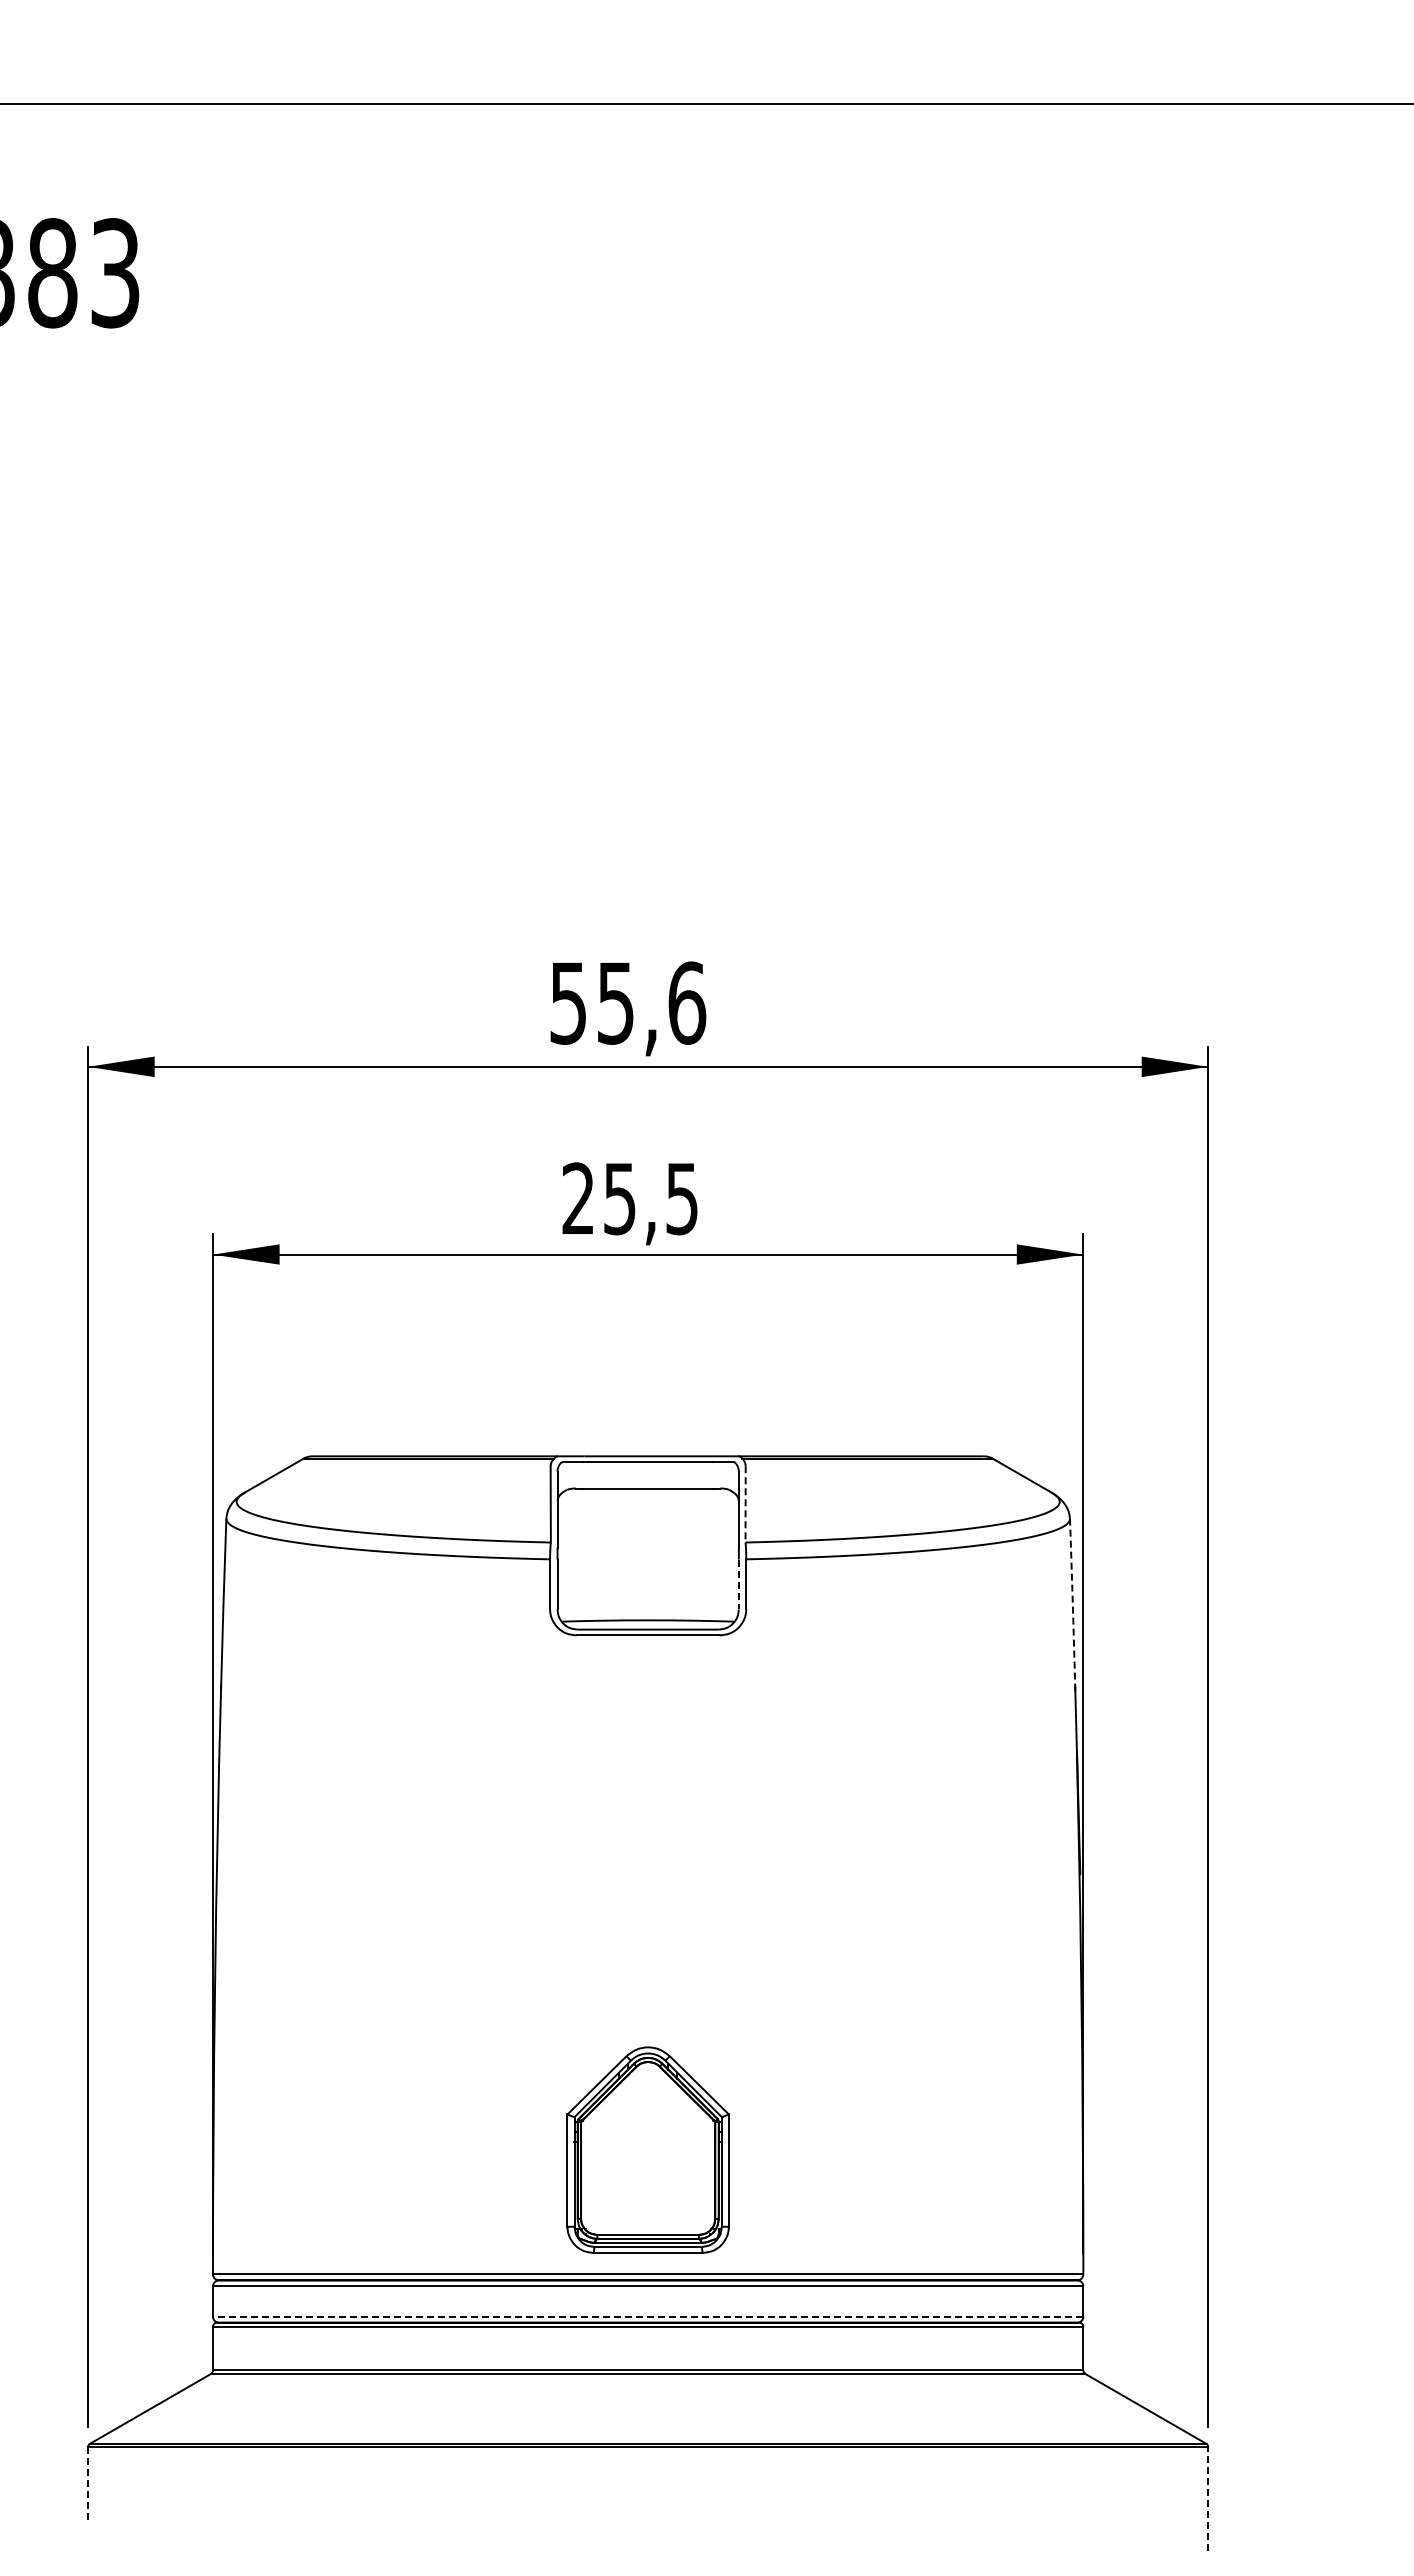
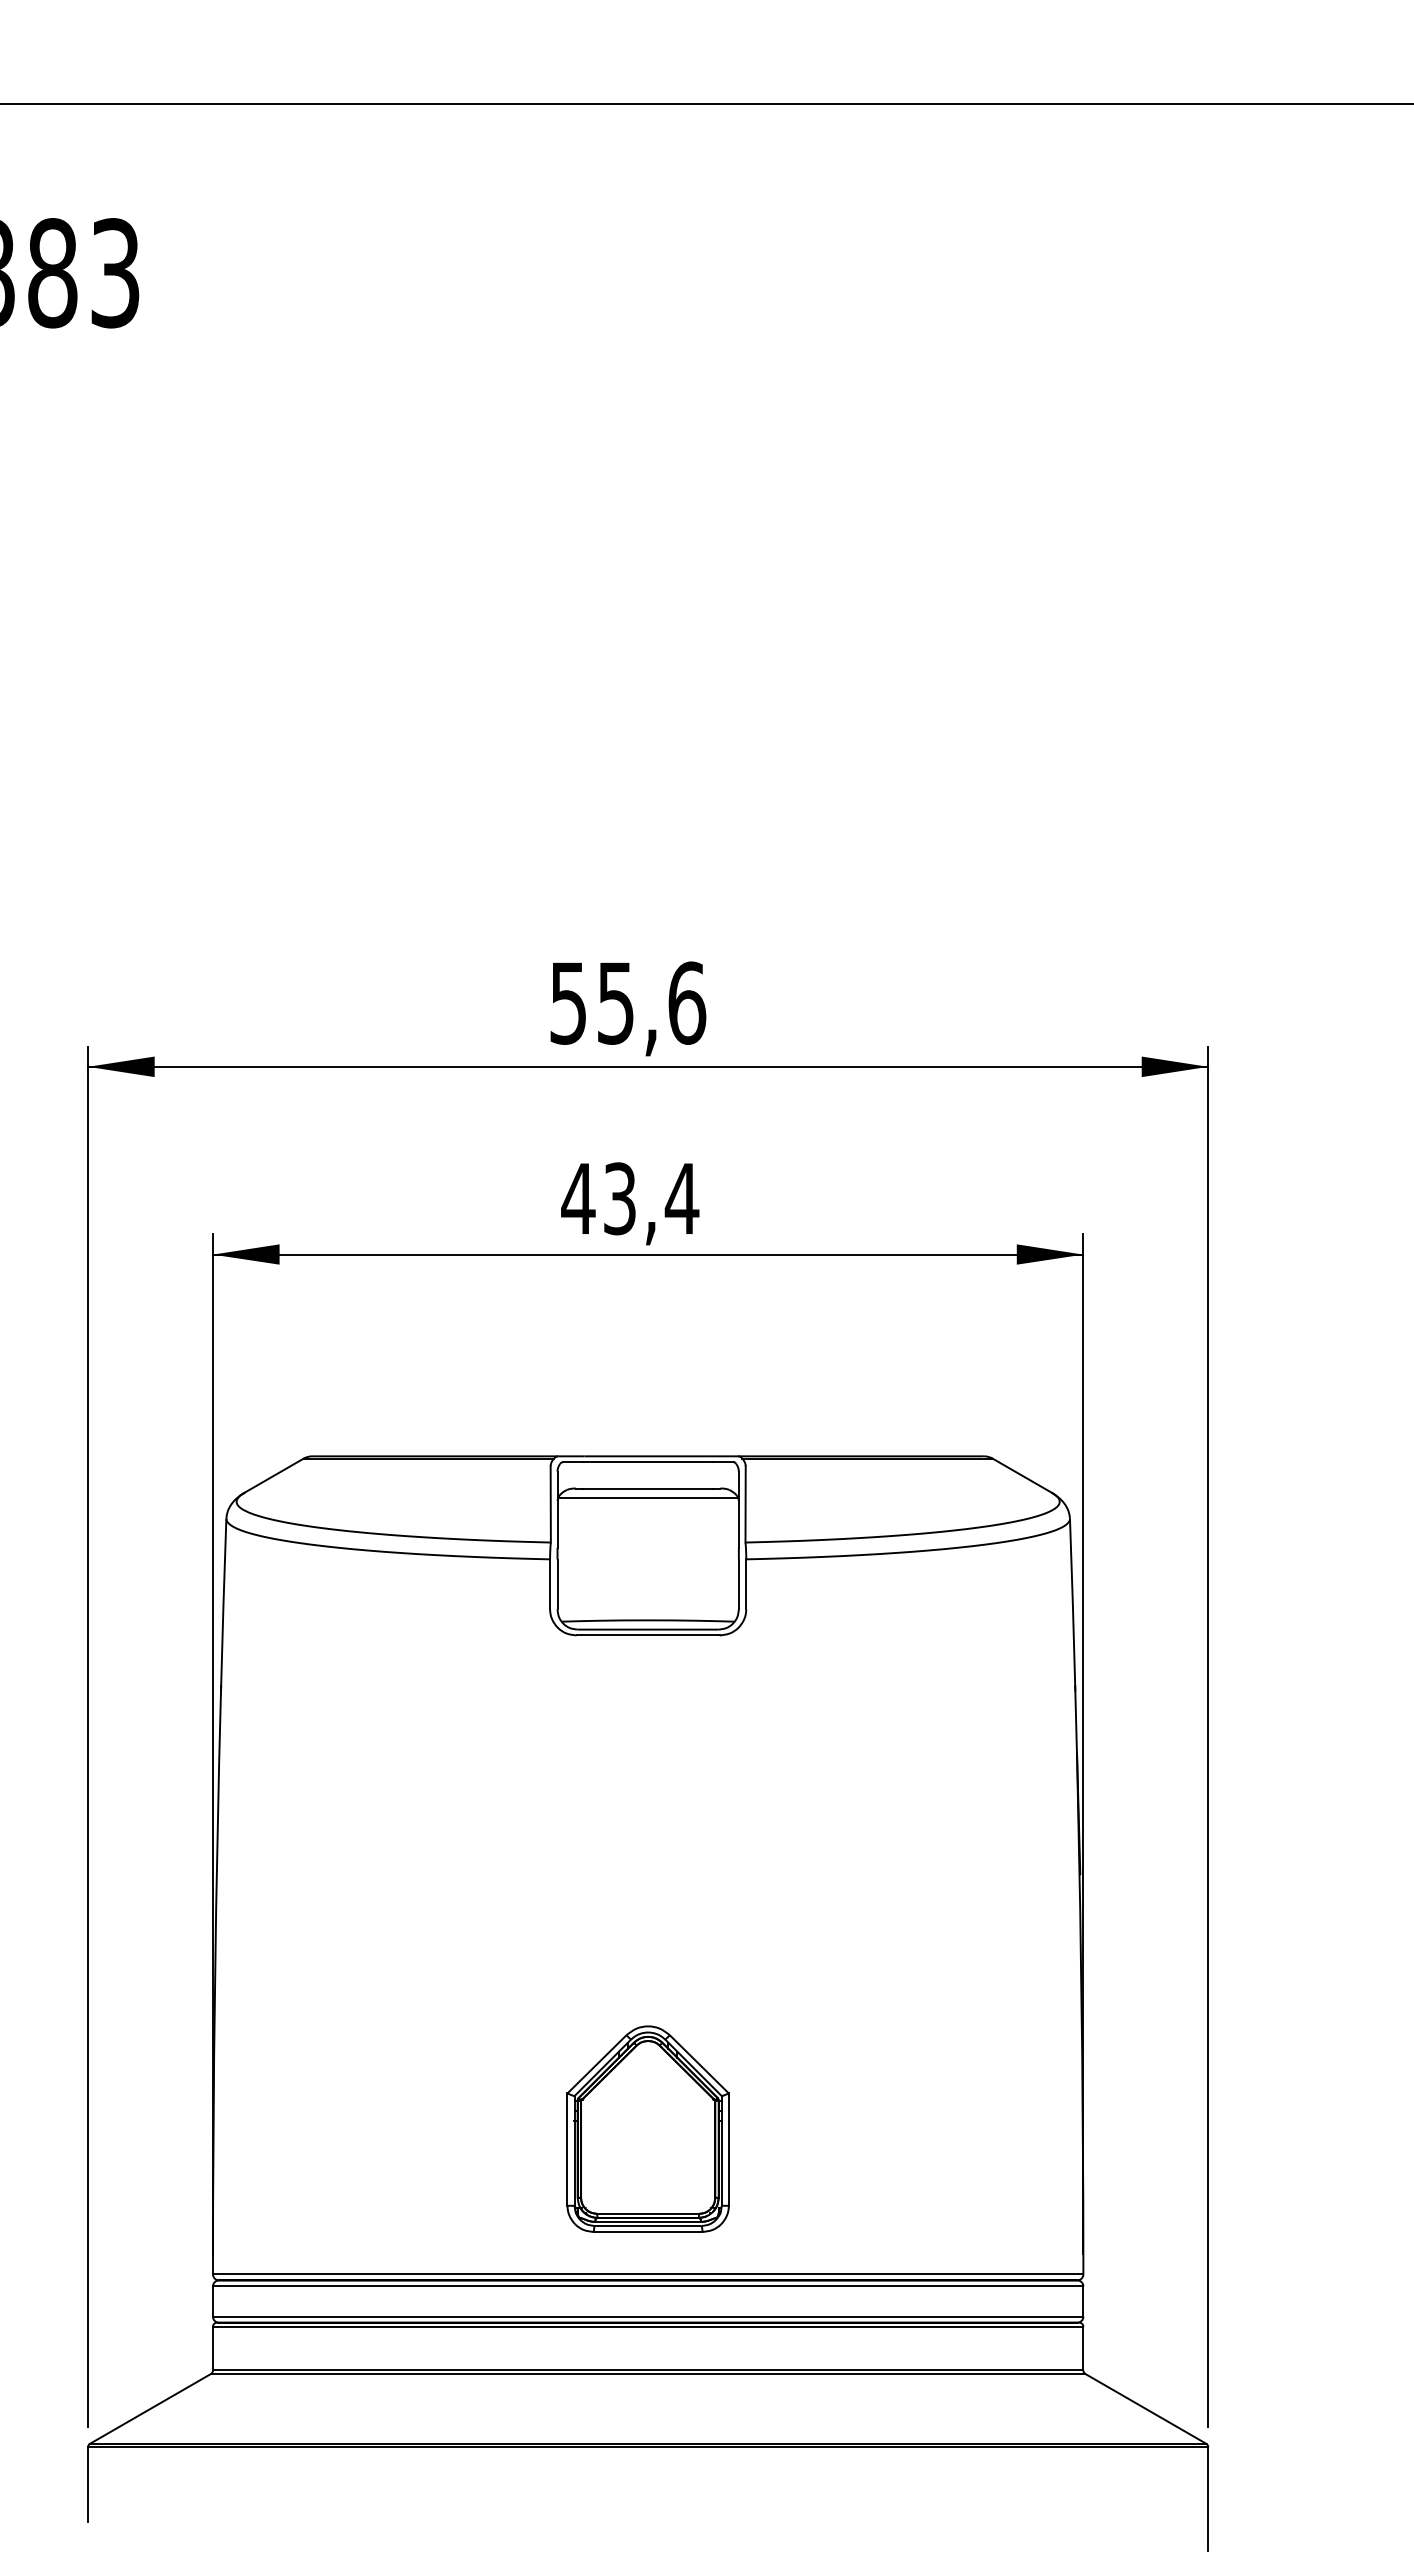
text at (630, 1198): 25,5 -> 43,4
line at (648, 1498): none -> present
line at (745, 1504): dashed -> solid
line at (738, 1584): dashed -> solid
arc at (1072, 1604): dashed -> solid
part at (647, 2149) position: (647, 2149) -> (647, 2128)
line at (647, 2316): dashed -> solid
line at (88, 2484): dashed -> solid
line at (1208, 2498): dashed -> solid
